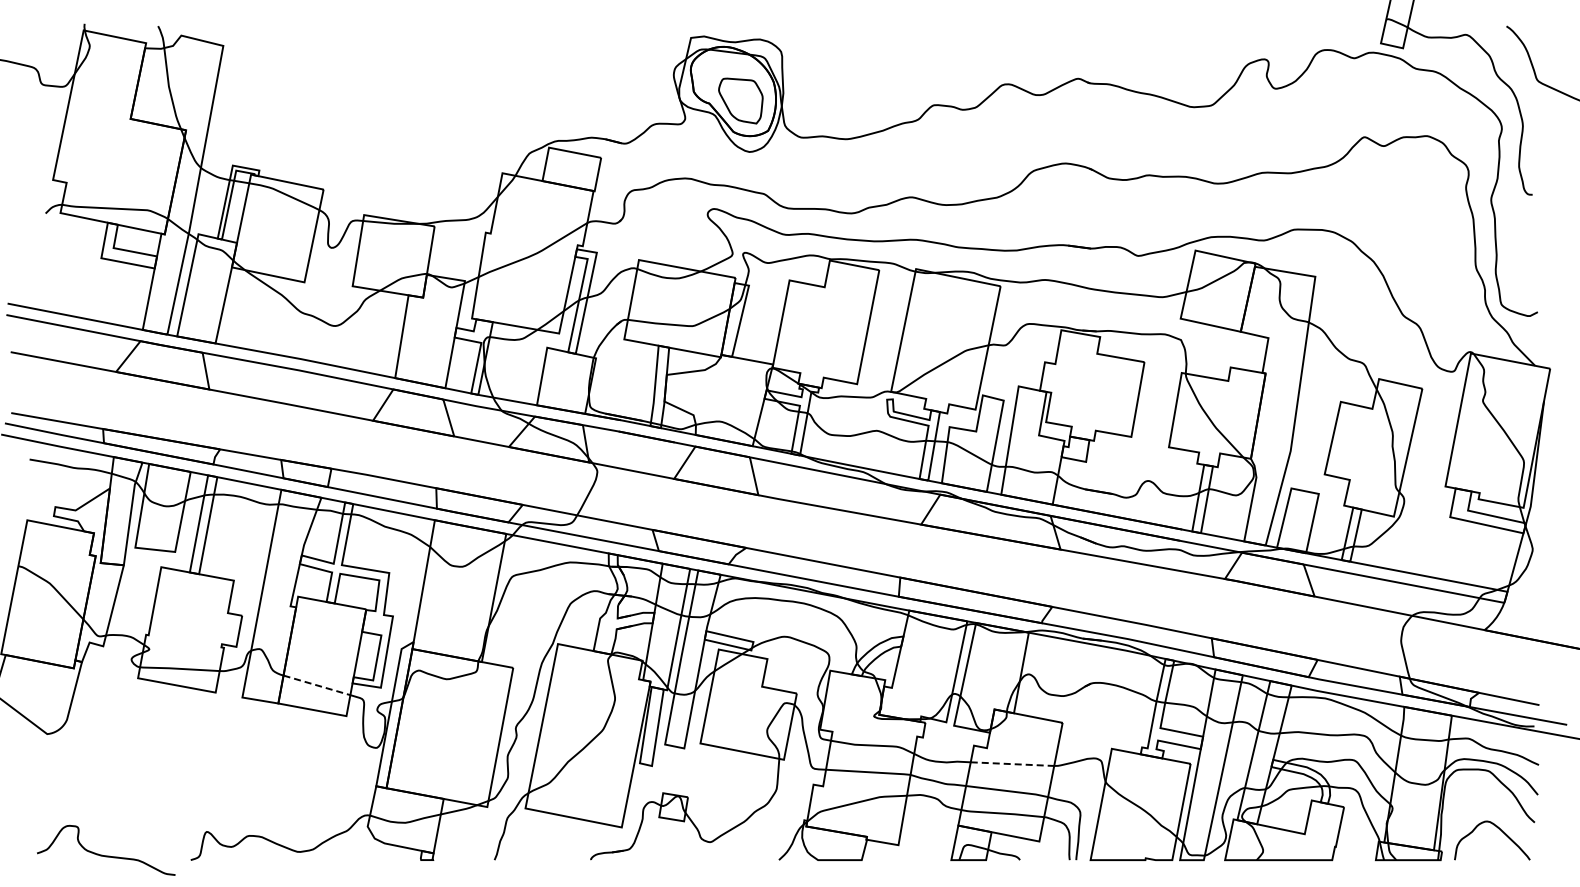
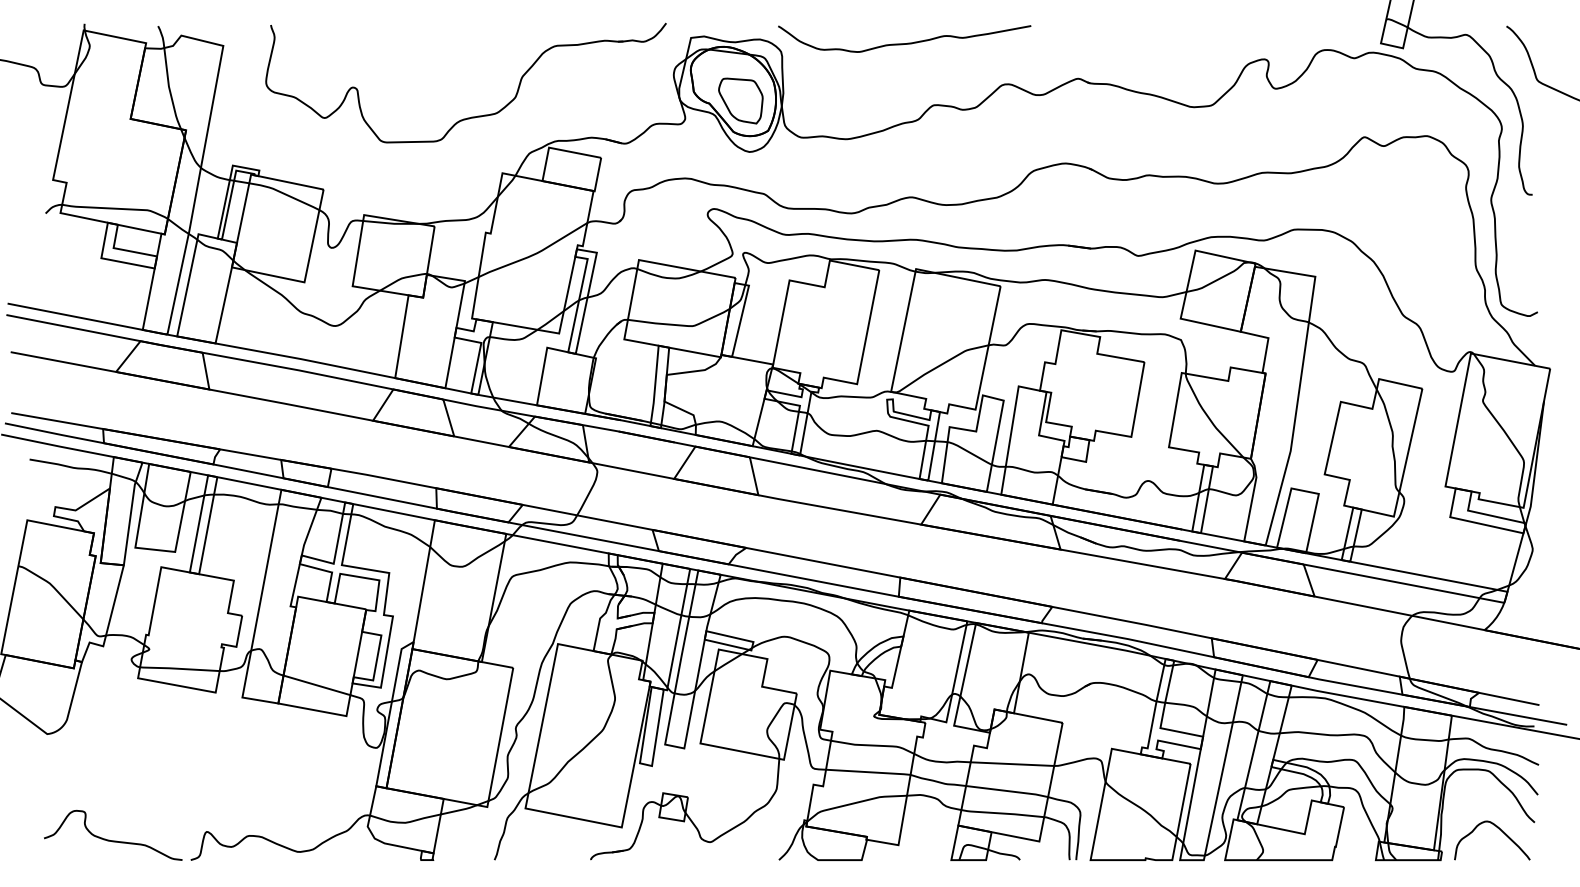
curve at (907, 42): none -> present
part at (471, 116): none -> present
line at (316, 685): dashed -> solid
line at (1012, 764): dashed -> solid
curve at (106, 855) position: (106, 855) -> (113, 840)
